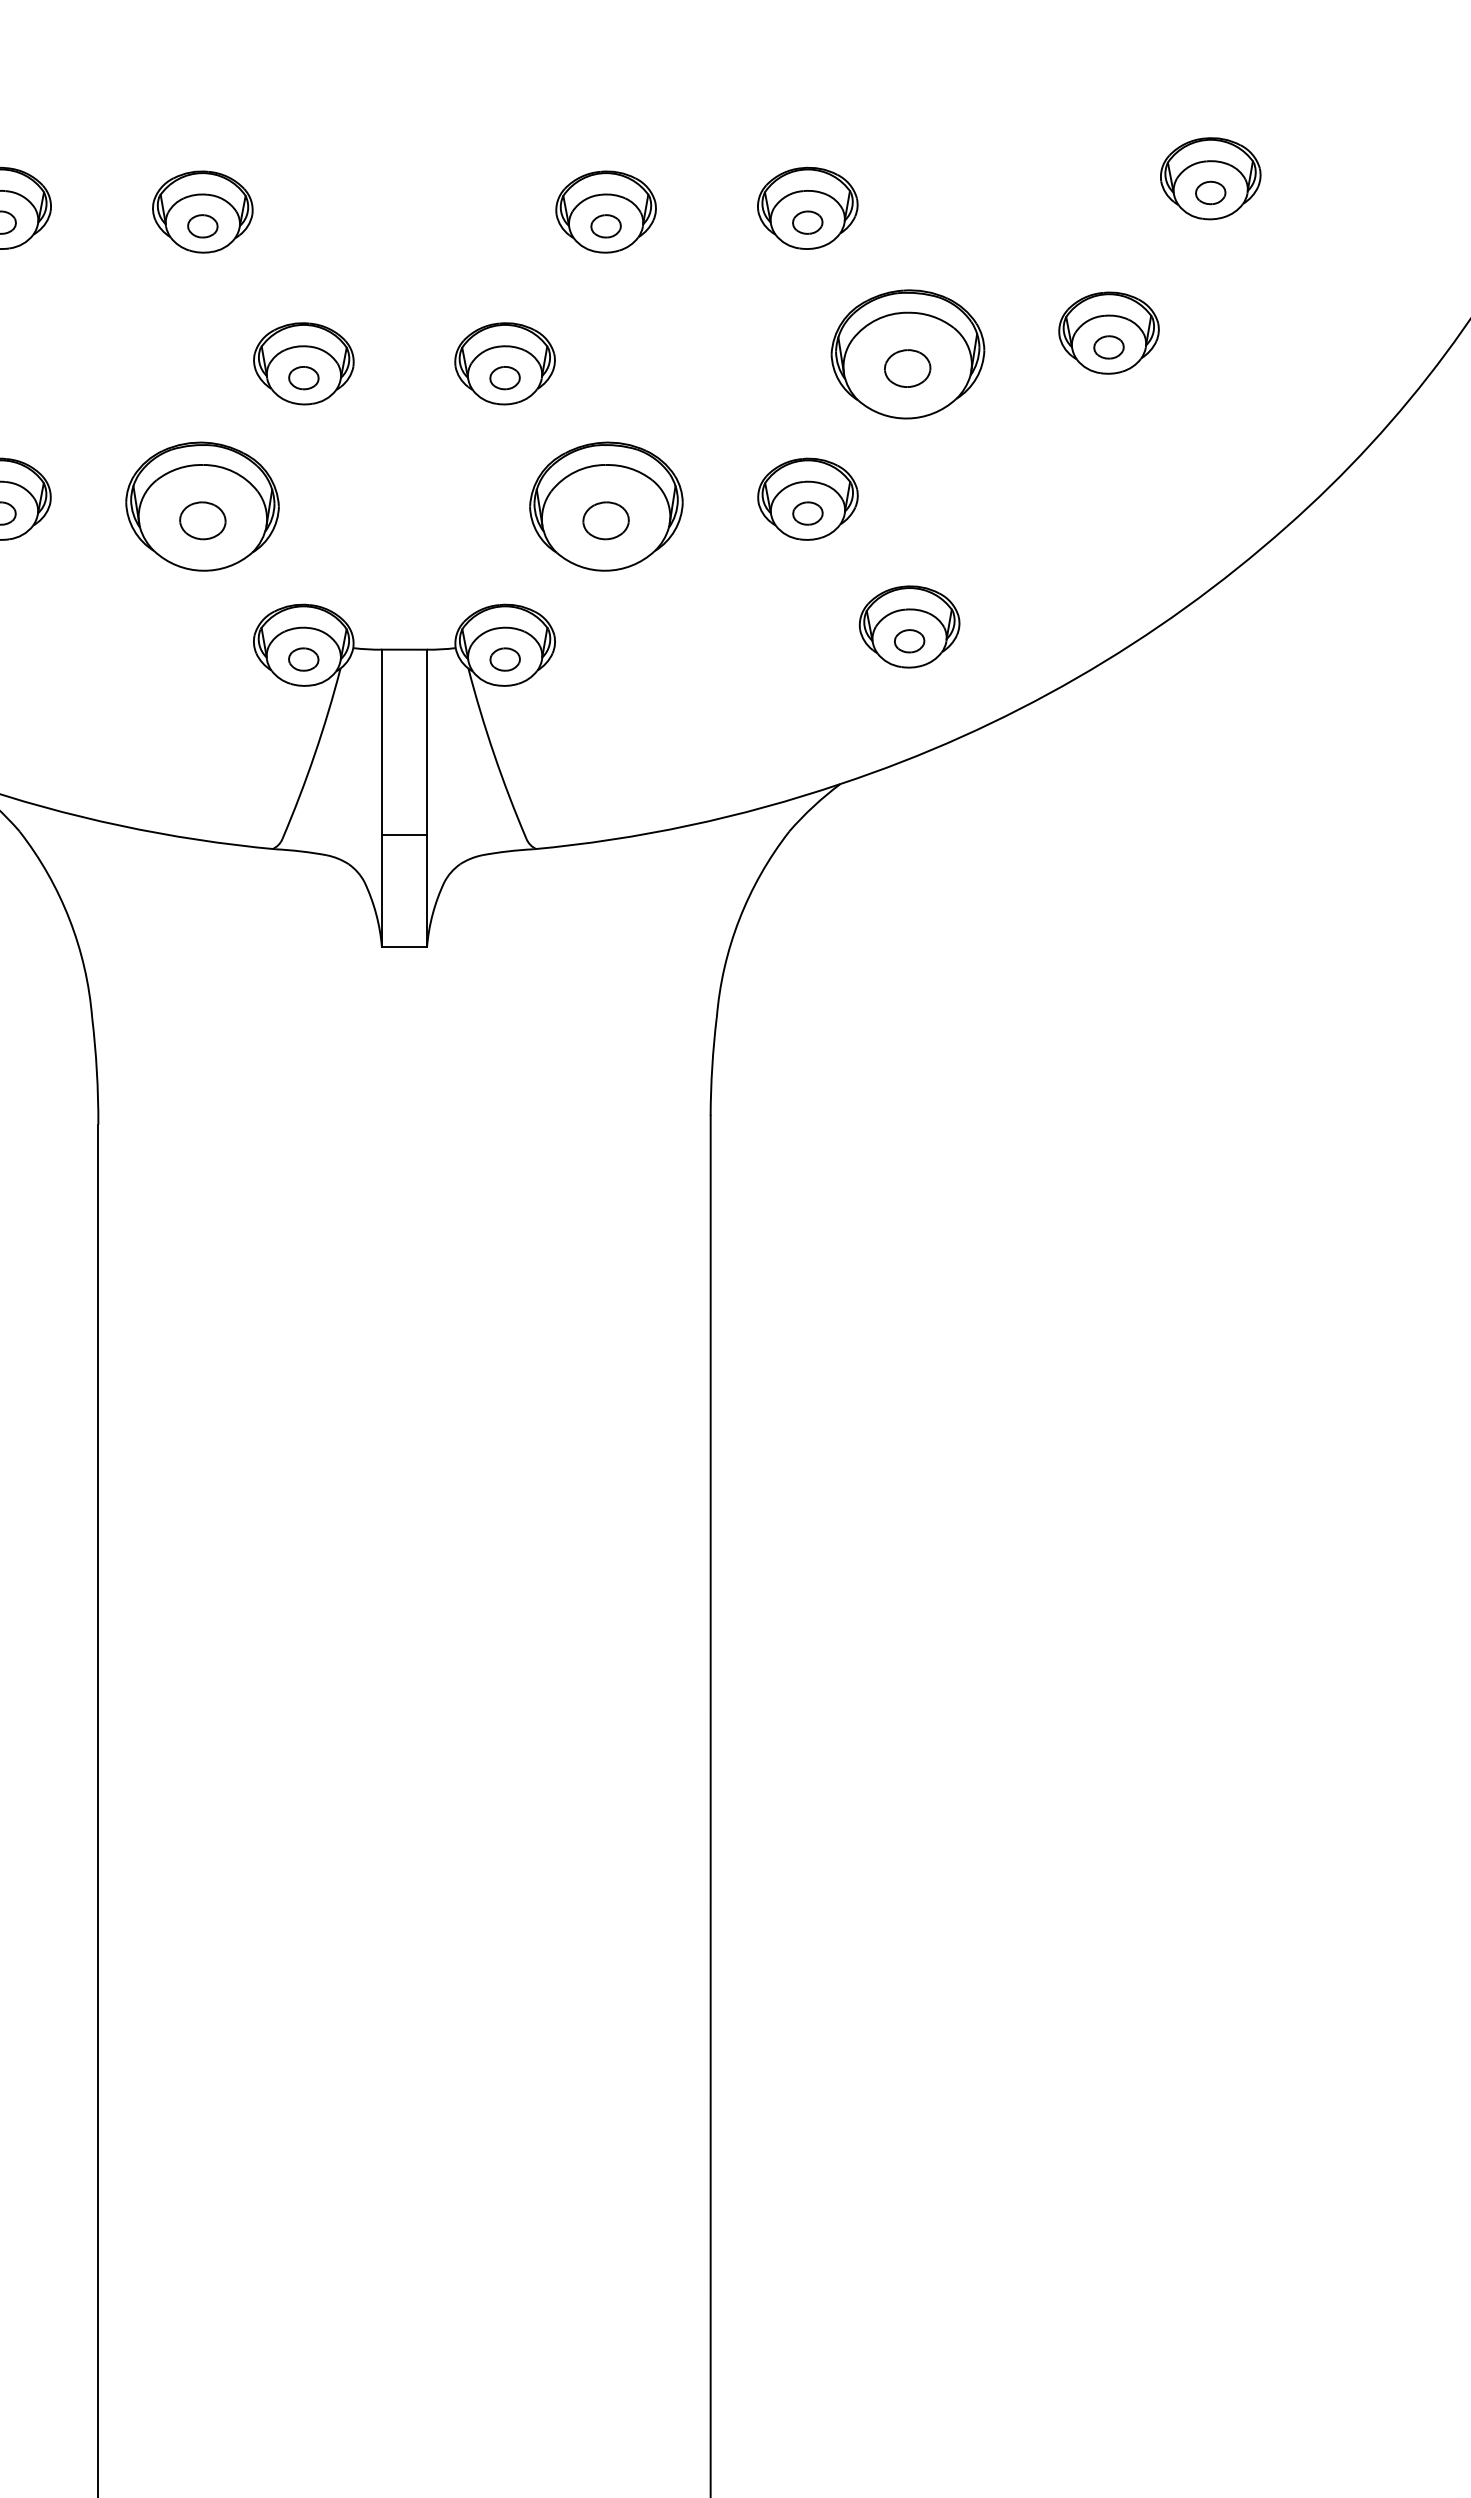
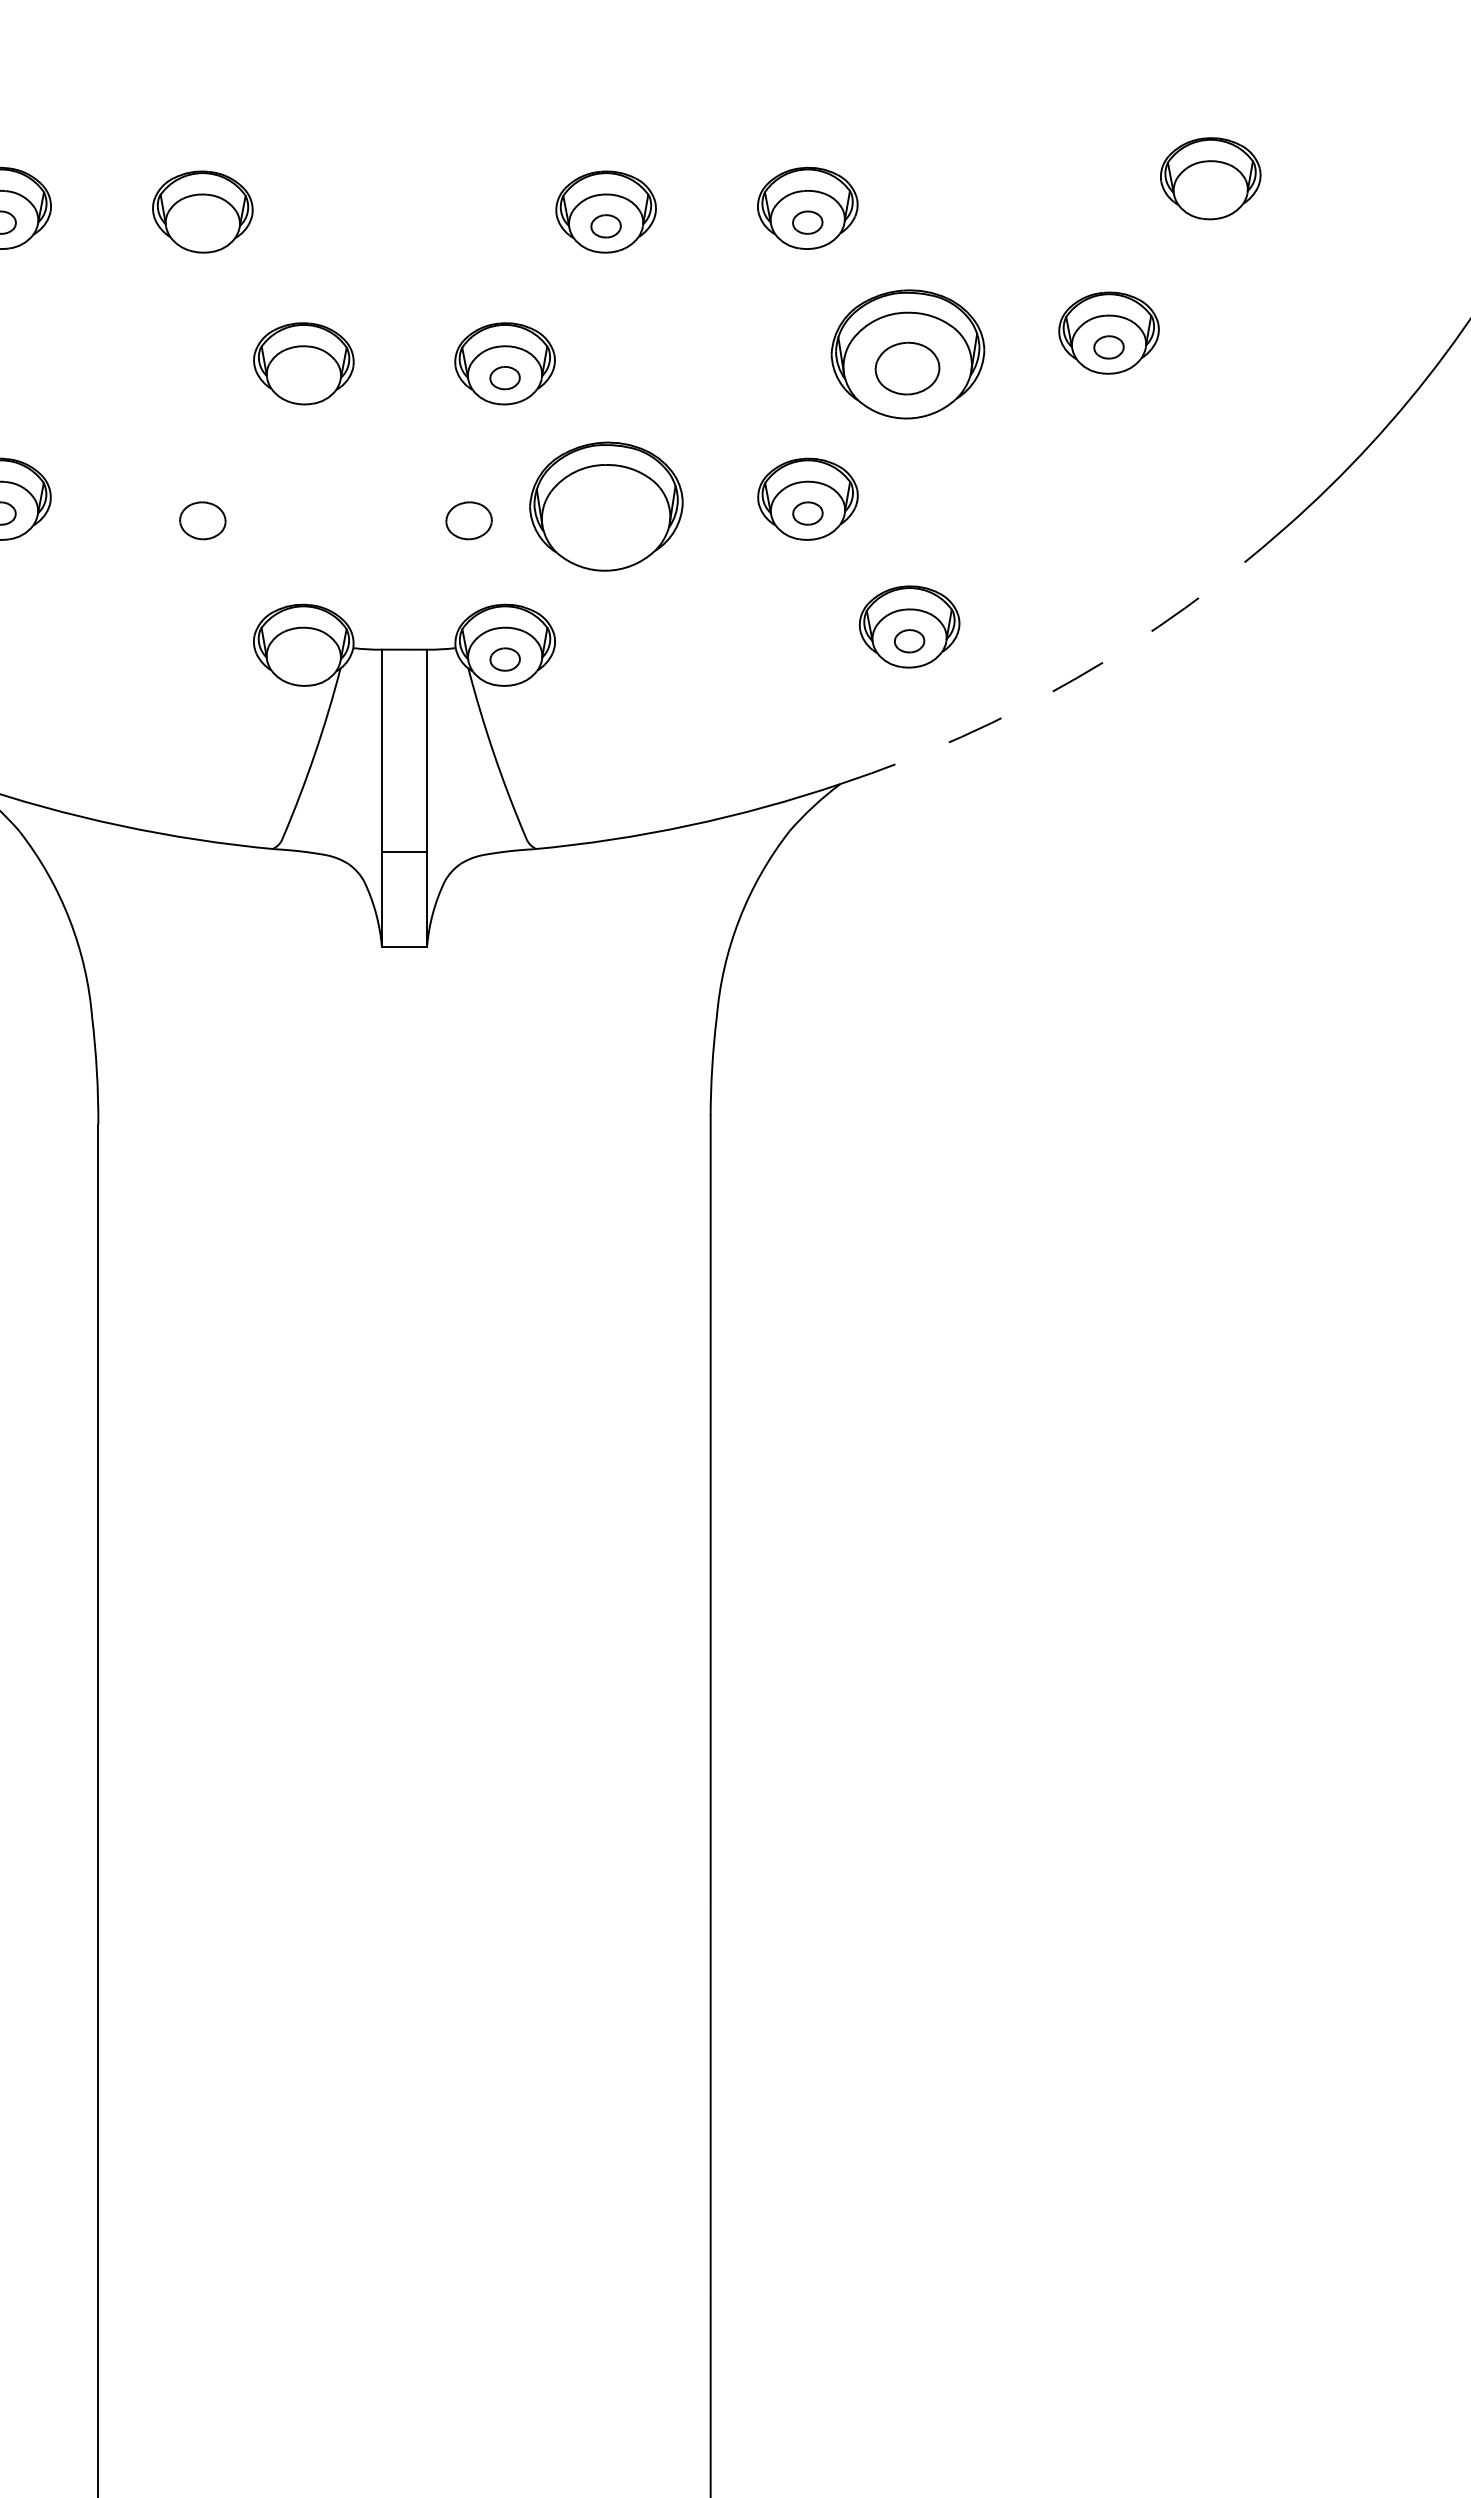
part at (1210, 192): present -> none
part at (202, 226): present -> none
part at (907, 368) size: 48x39 px -> 67x55 px
part at (303, 378): present -> none
part at (202, 506): present -> none
part at (605, 520) position: (605, 520) -> (468, 520)
part at (303, 659): present -> none
arc at (1076, 678): solid -> dashed
line at (404, 834) position: (404, 834) -> (404, 851)
